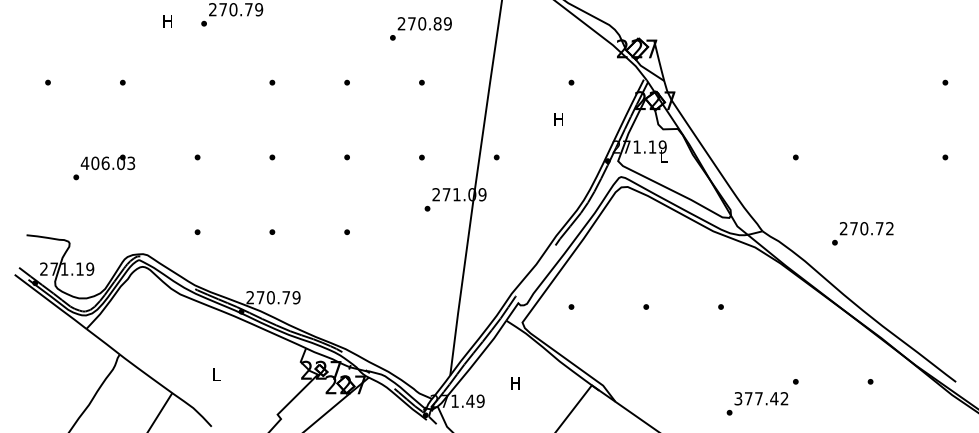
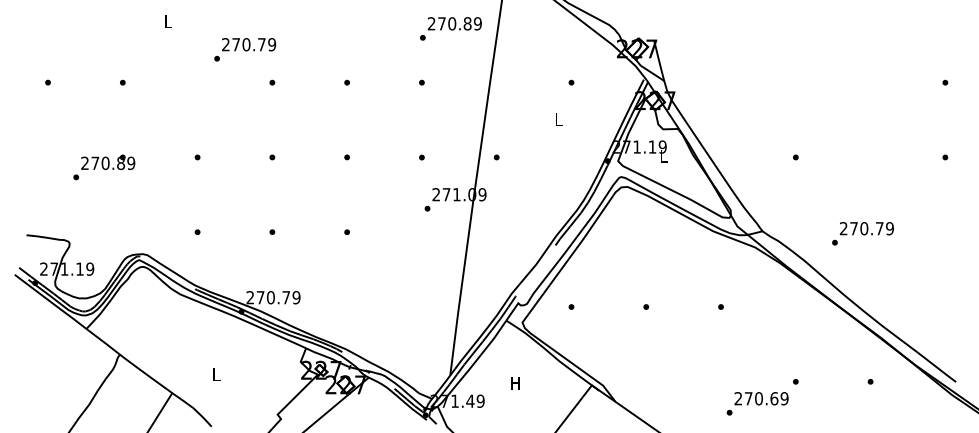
text at (232, 14) position: (232, 14) -> (245, 49)
text at (167, 21): H -> L
text at (420, 28) position: (420, 28) -> (450, 28)
text at (558, 119): H -> L
text at (107, 163): 406.03 -> 270.89
text at (889, 228): 270.72 -> 270.79
text at (761, 398): 377.42 -> 270.69
